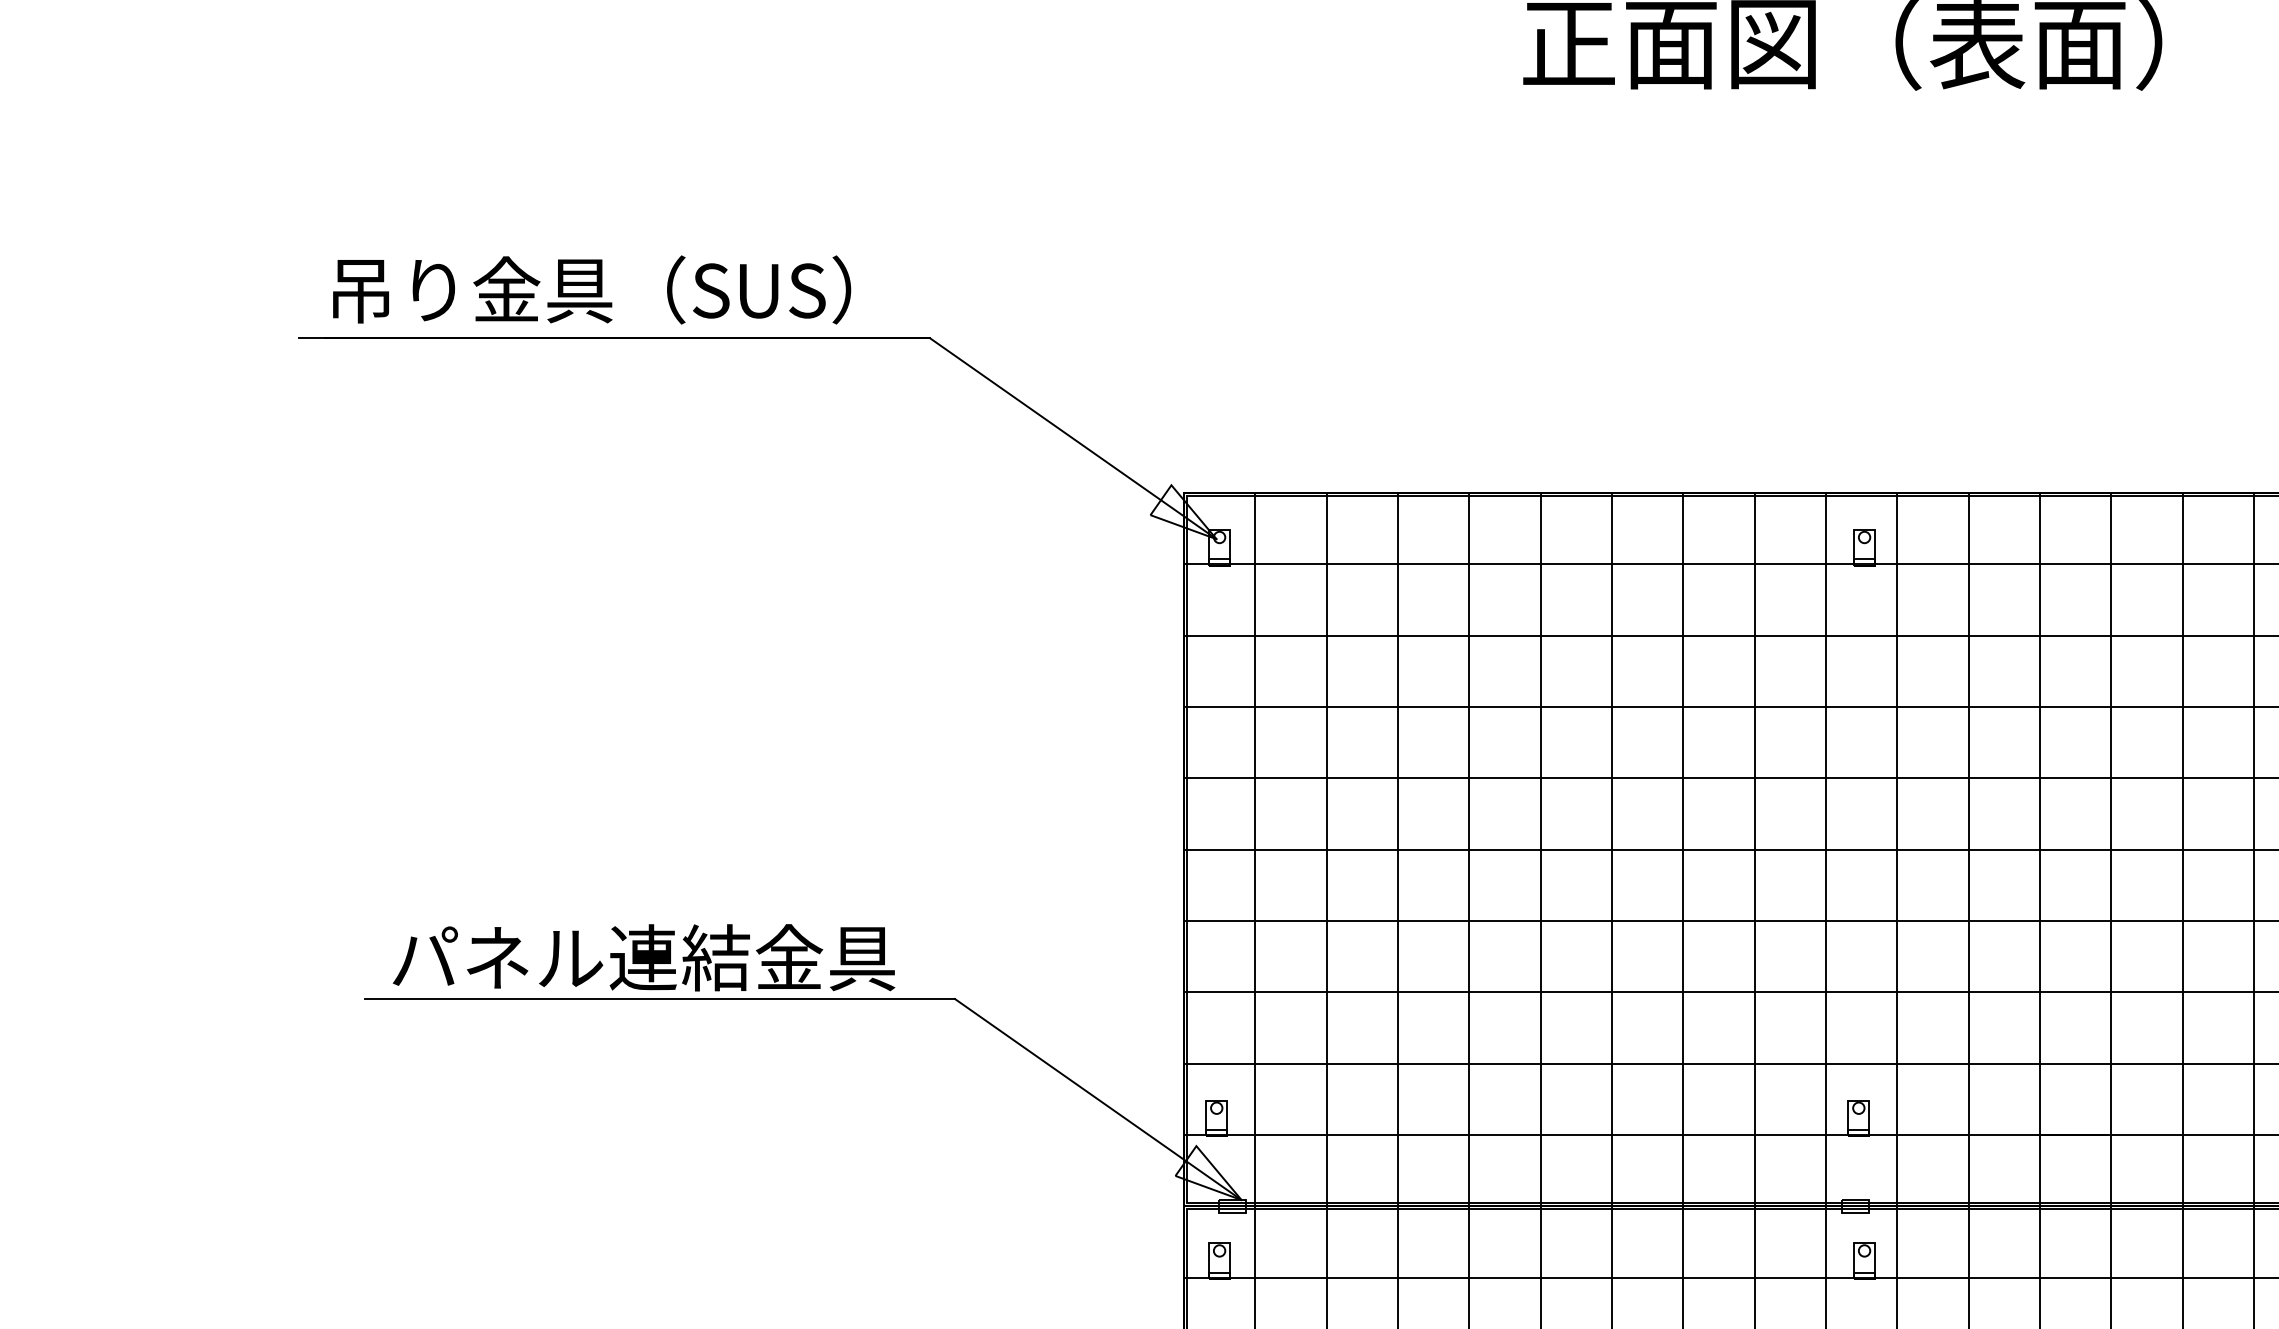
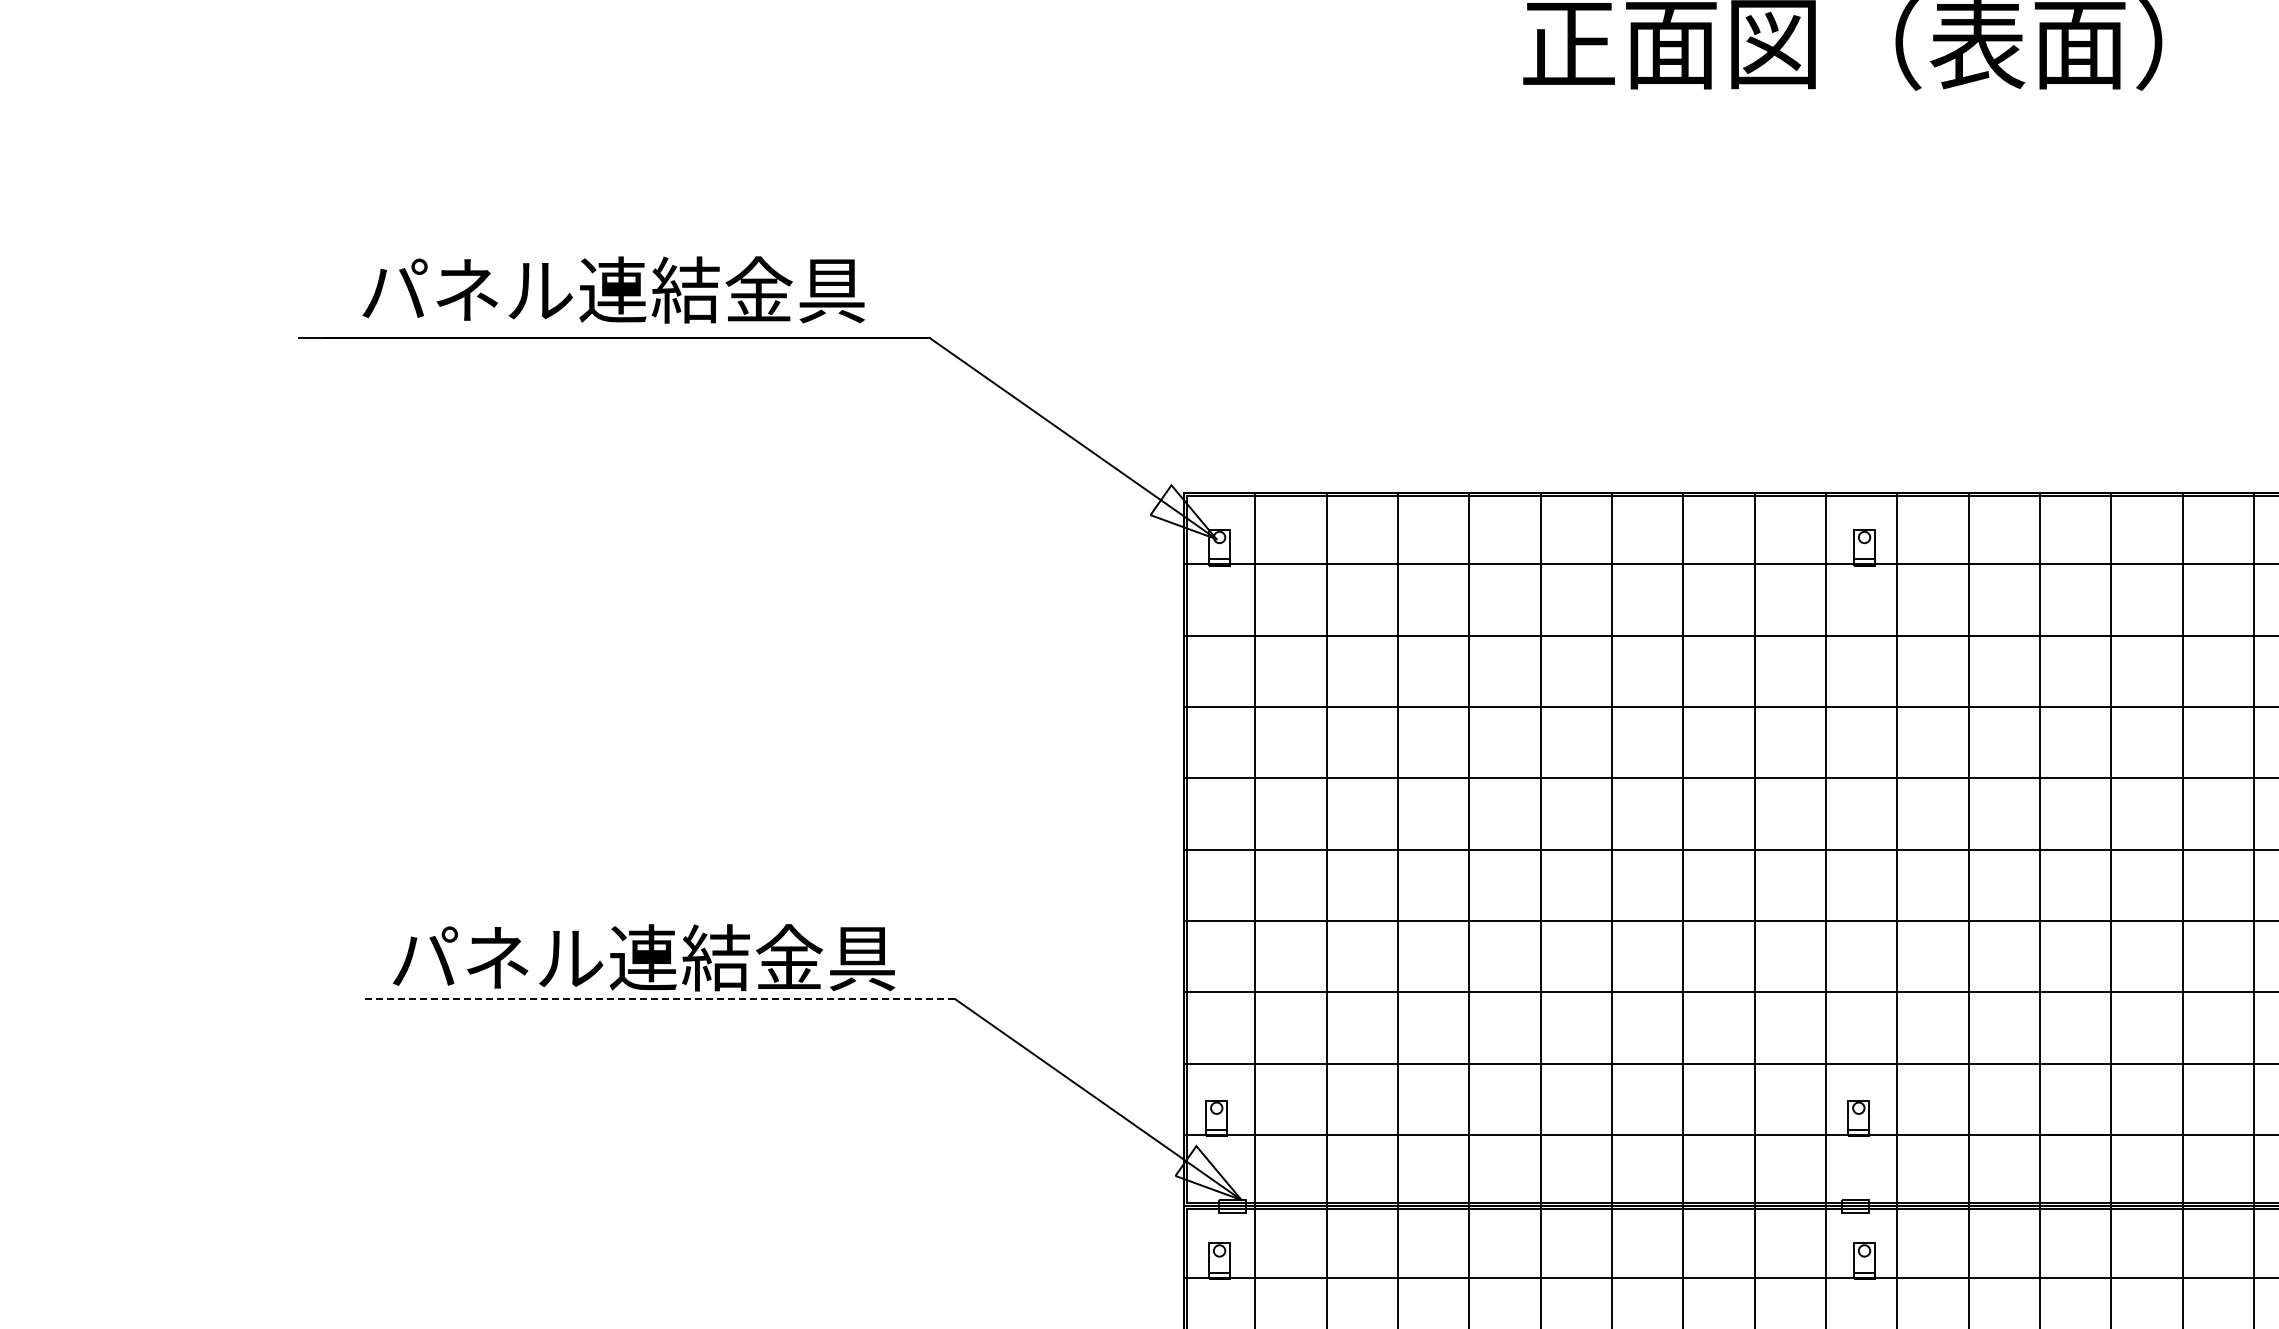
text at (598, 289): 吊り金具（SUS） -> パネル連結金具
line at (660, 999): solid -> dashed
